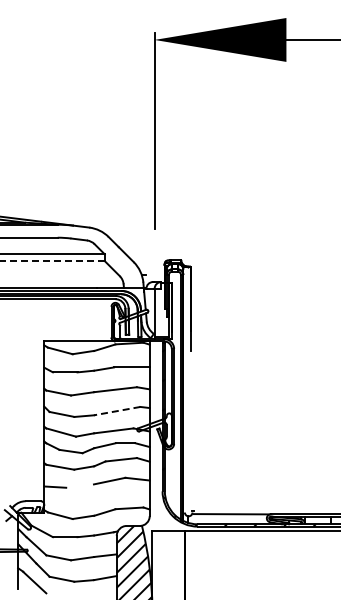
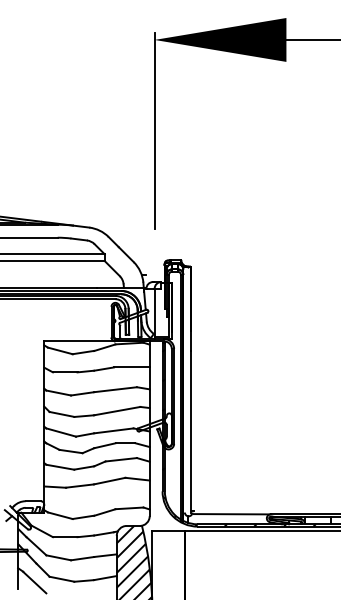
line at (52, 261): dashed -> solid
line at (117, 411): dashed -> solid
line at (190, 431): none -> present
line at (79, 485): none -> present
